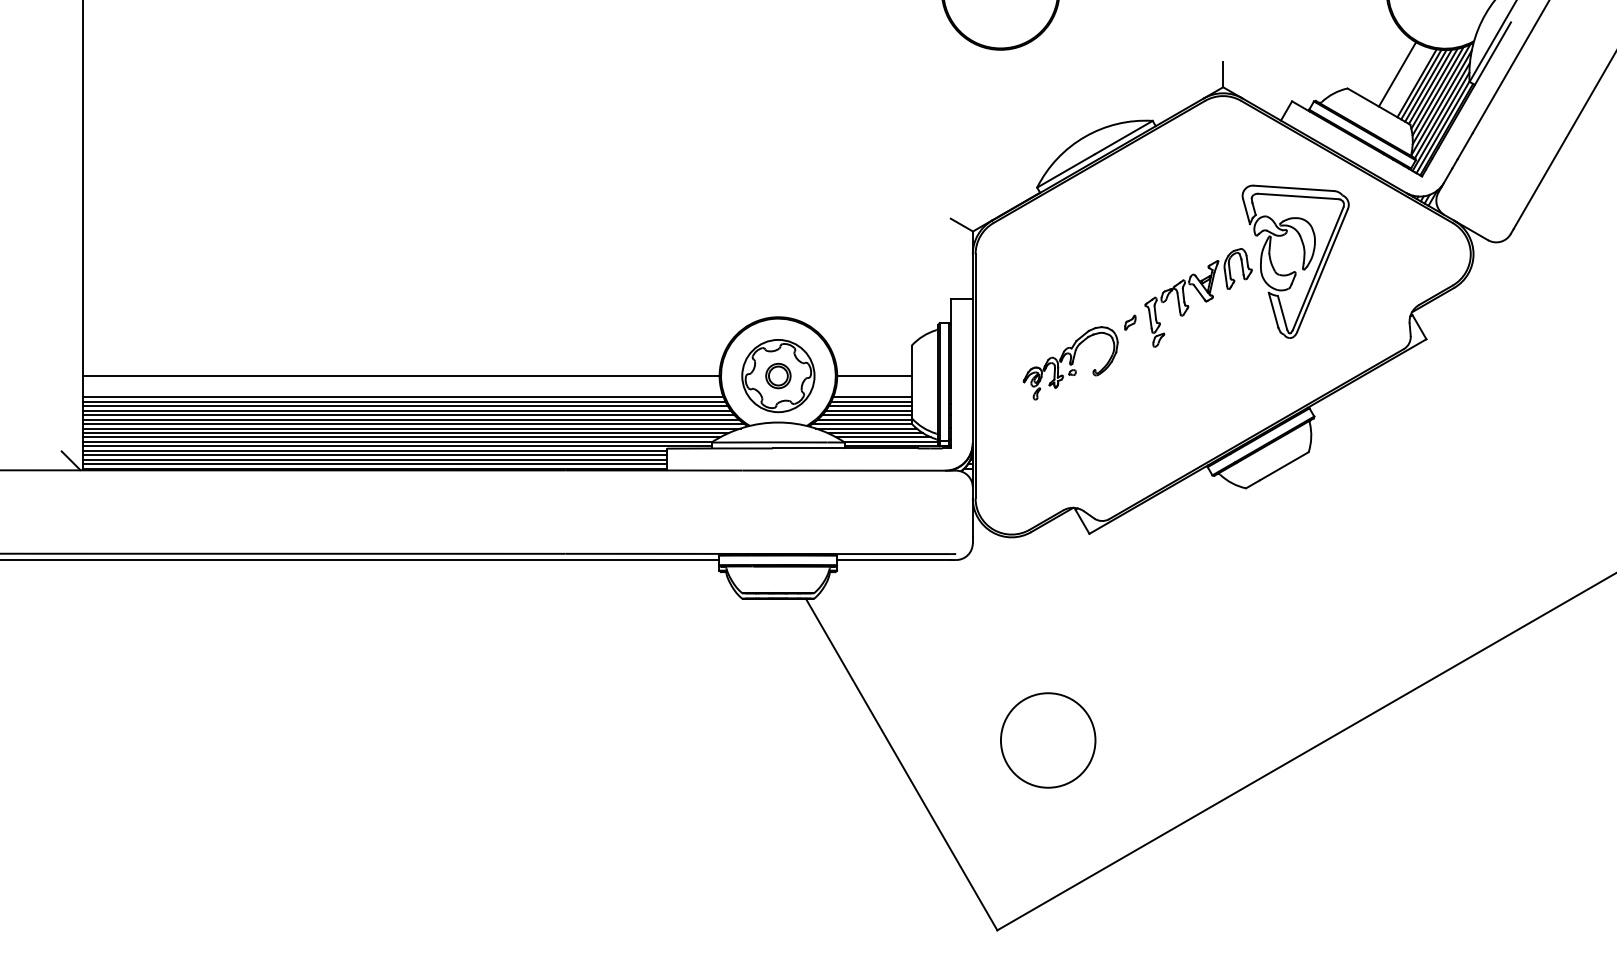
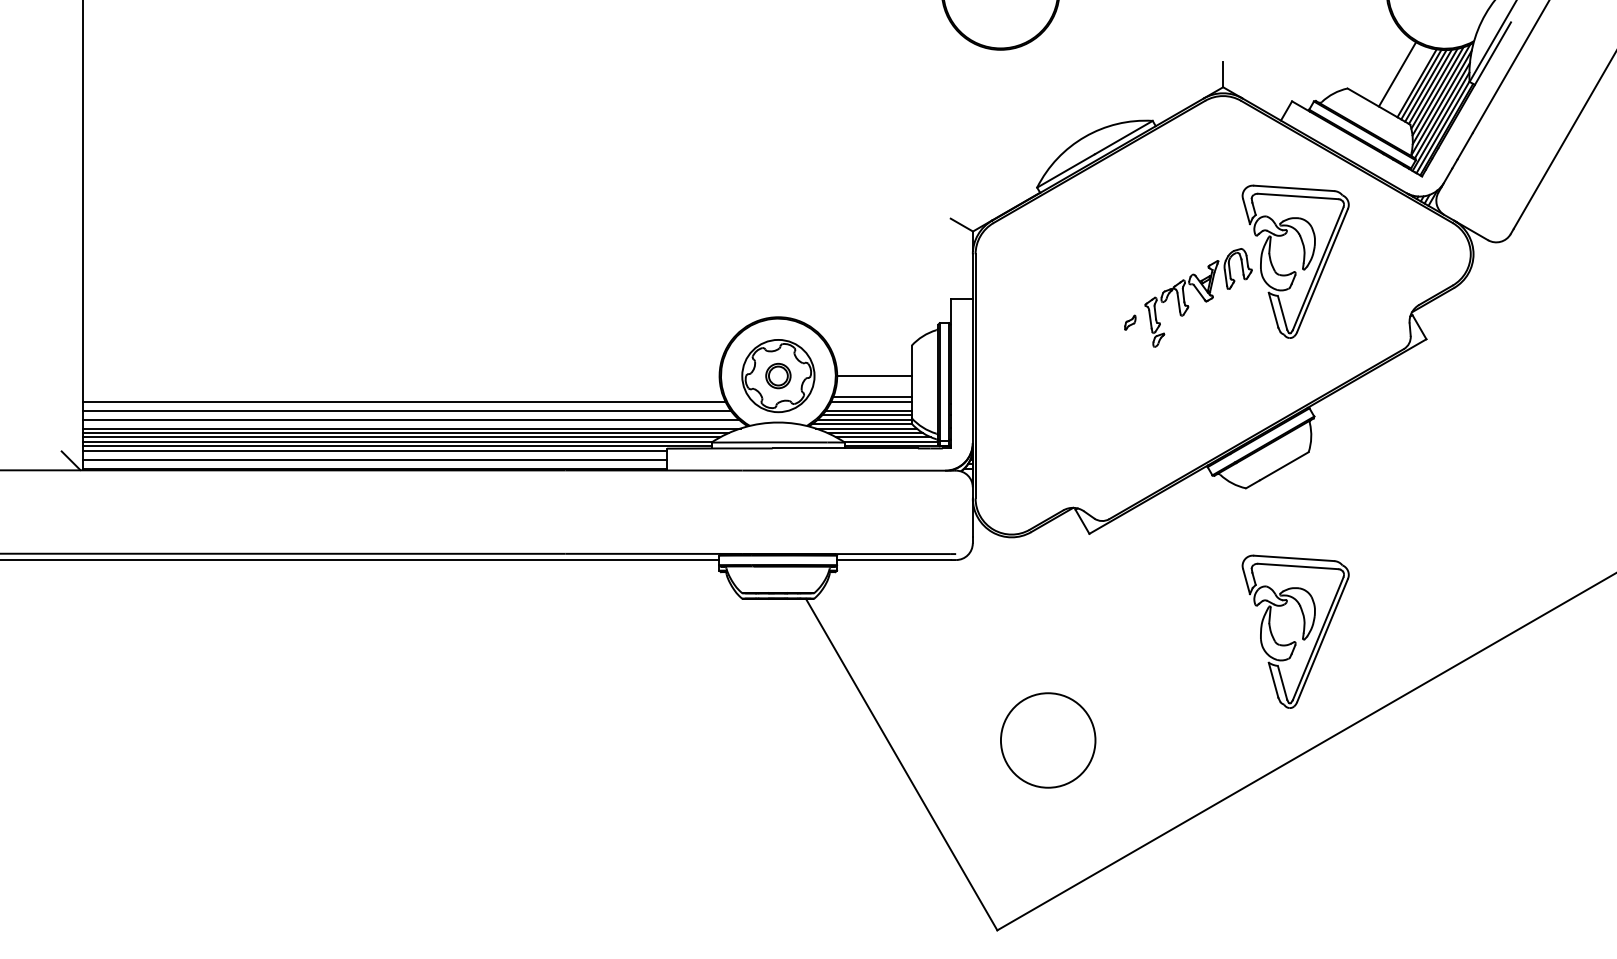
part at (1070, 363): present -> none
line at (401, 376): present -> none
line at (403, 397): present -> none
line at (405, 406): present -> none
line at (869, 406): present -> none
line at (408, 415): present -> none
line at (413, 424): present -> none
line at (375, 455): present -> none
line at (375, 464): present -> none
part at (1302, 632): none -> present
